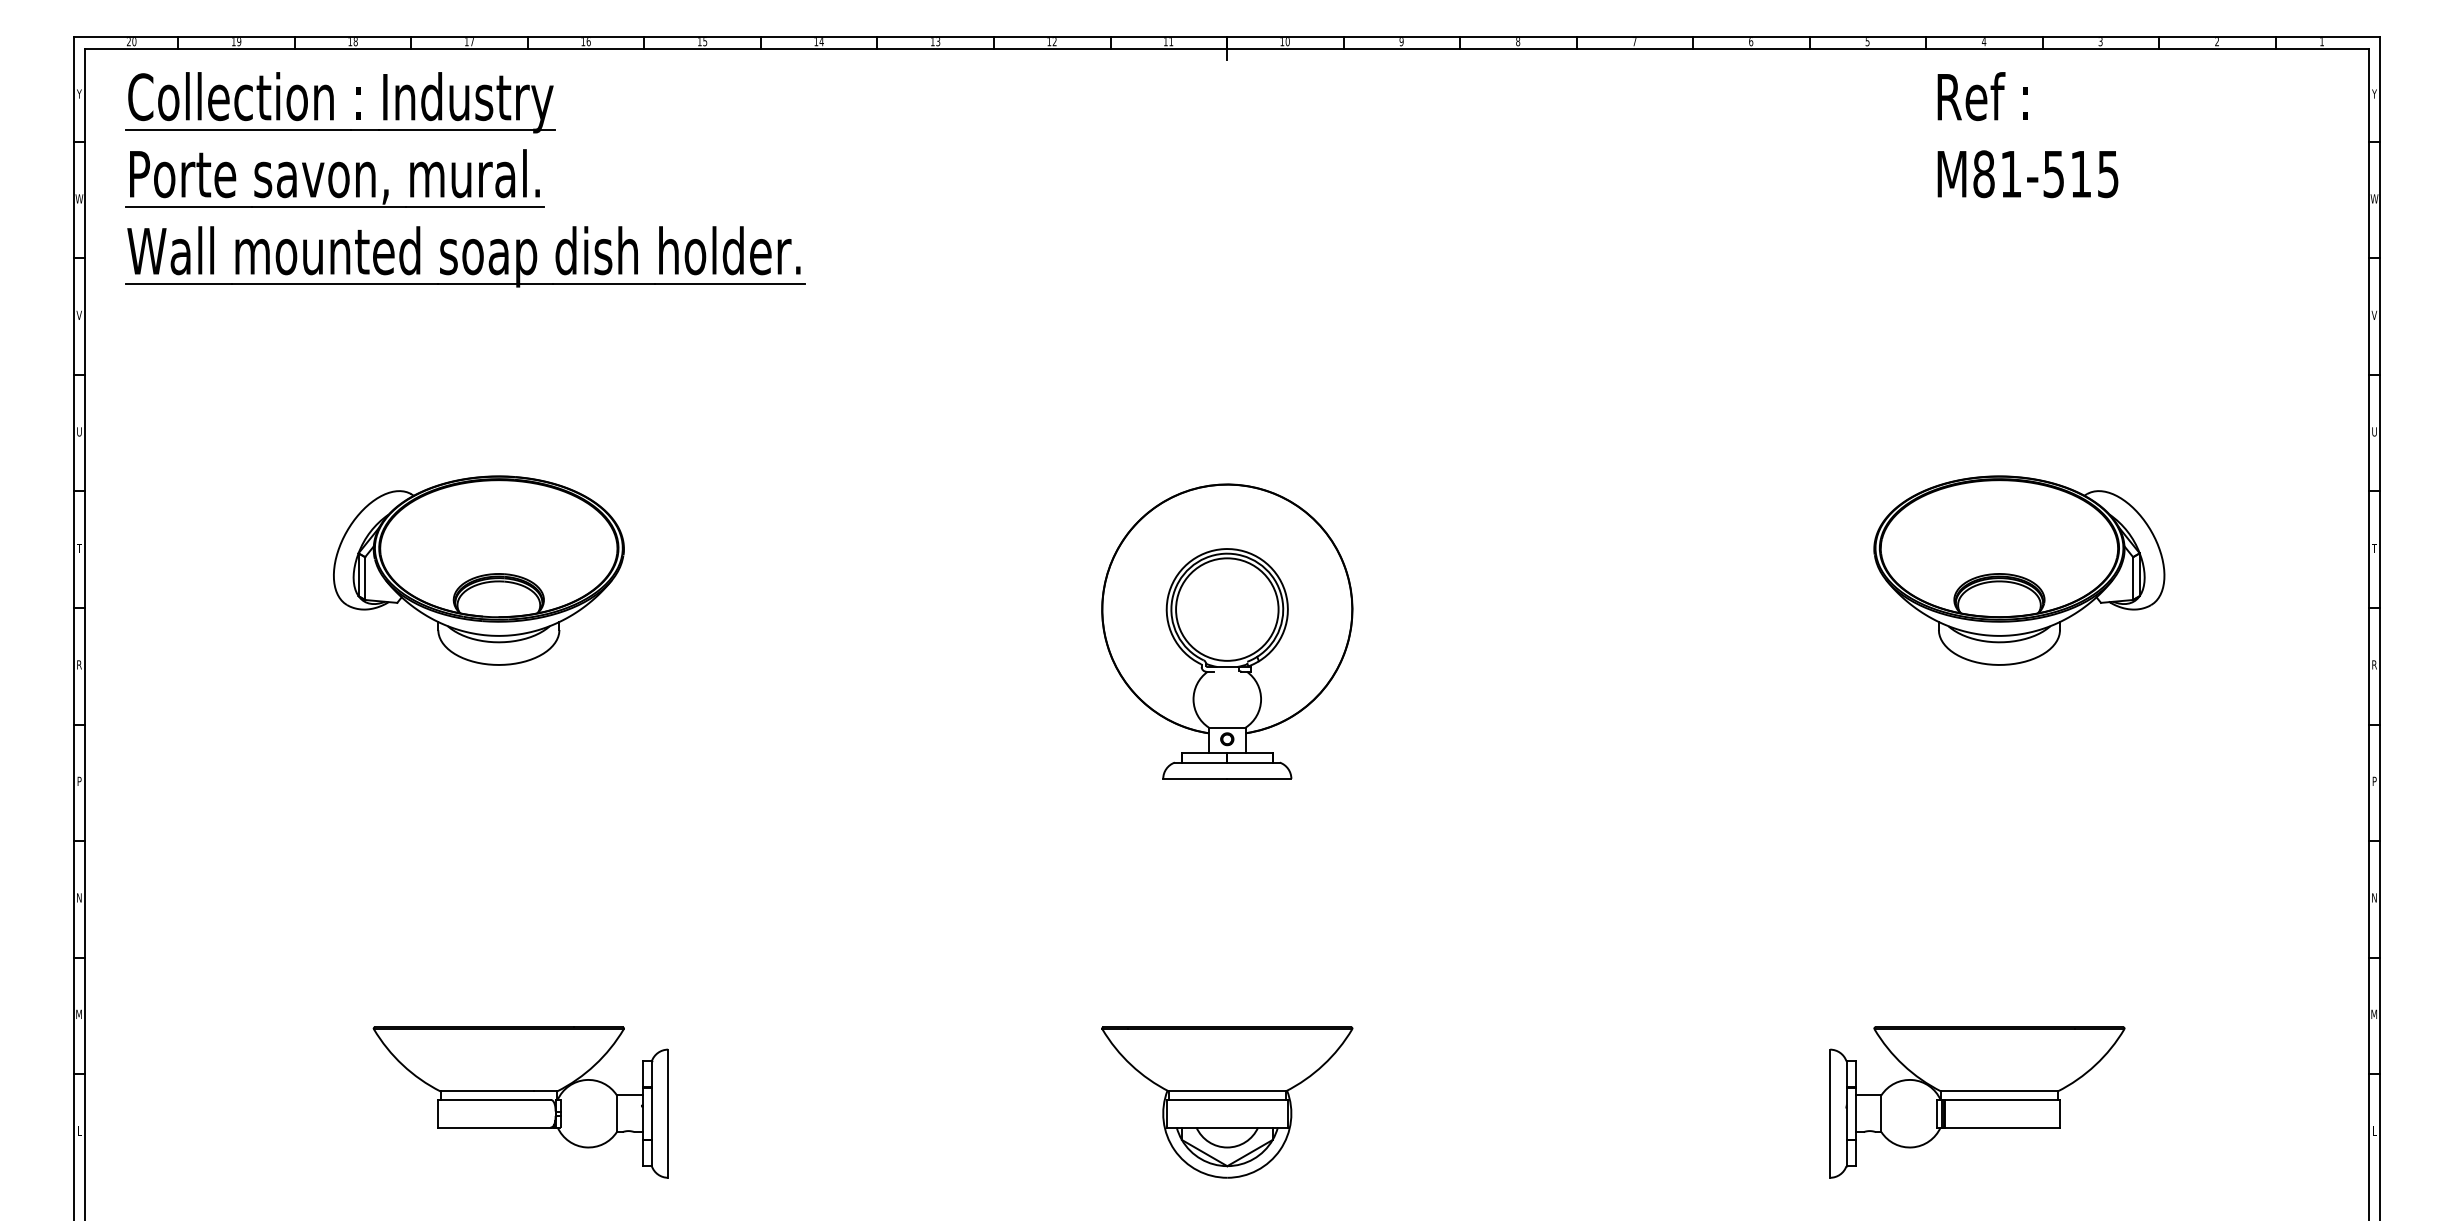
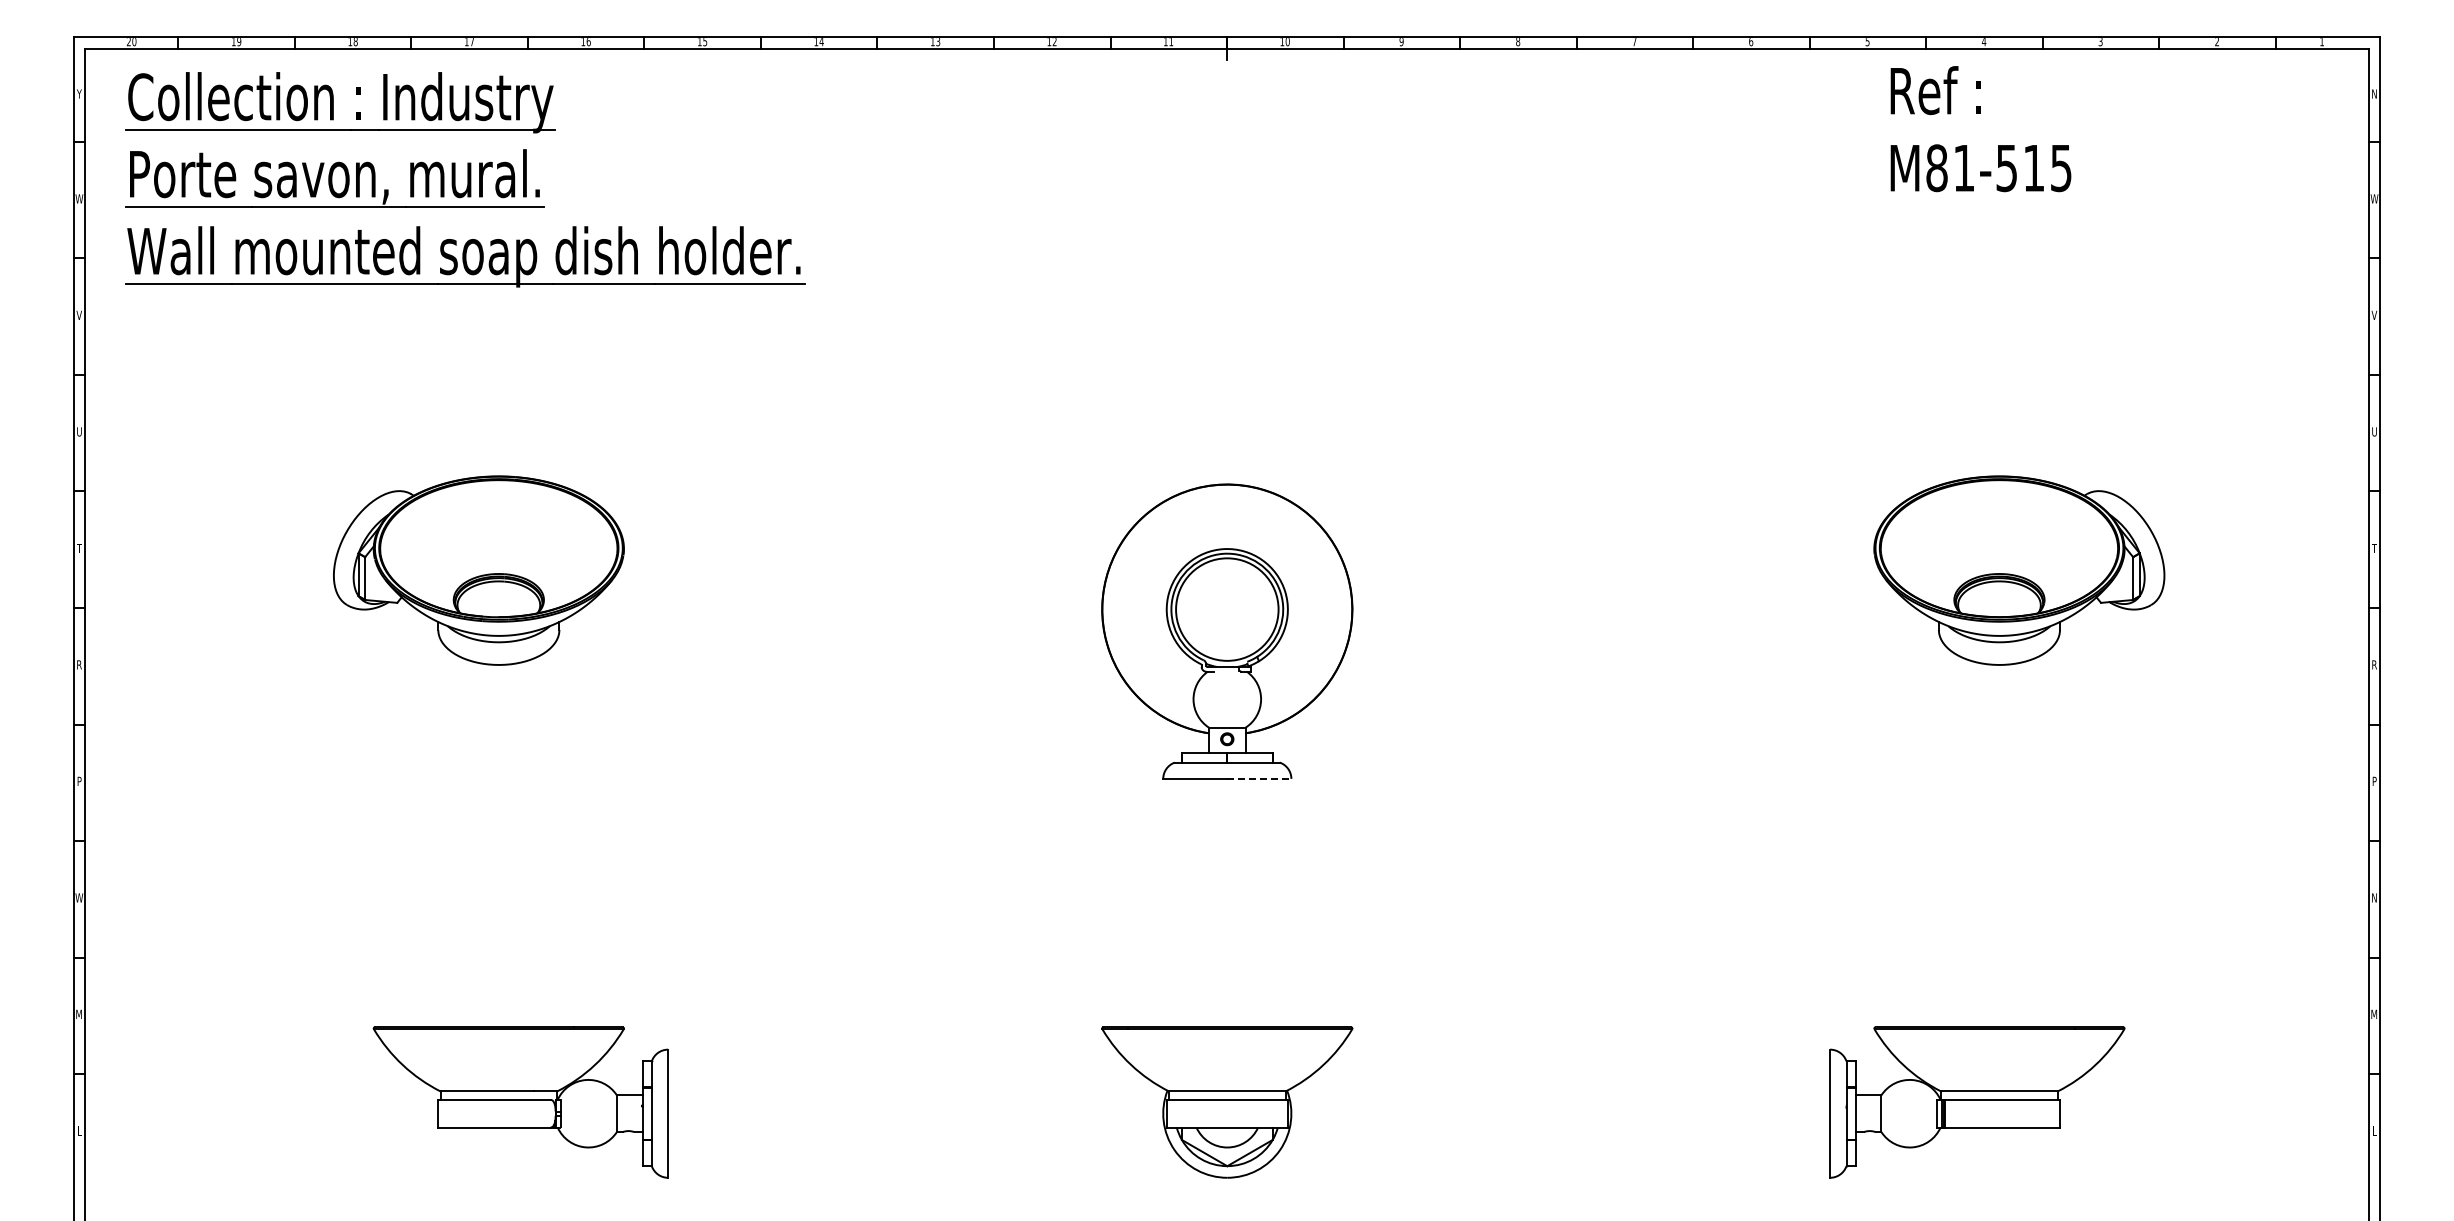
text at (2374, 93): Y -> N
text at (2027, 135) position: (2027, 135) -> (1980, 129)
line at (1259, 778): solid -> dashed
text at (79, 897): N -> W
